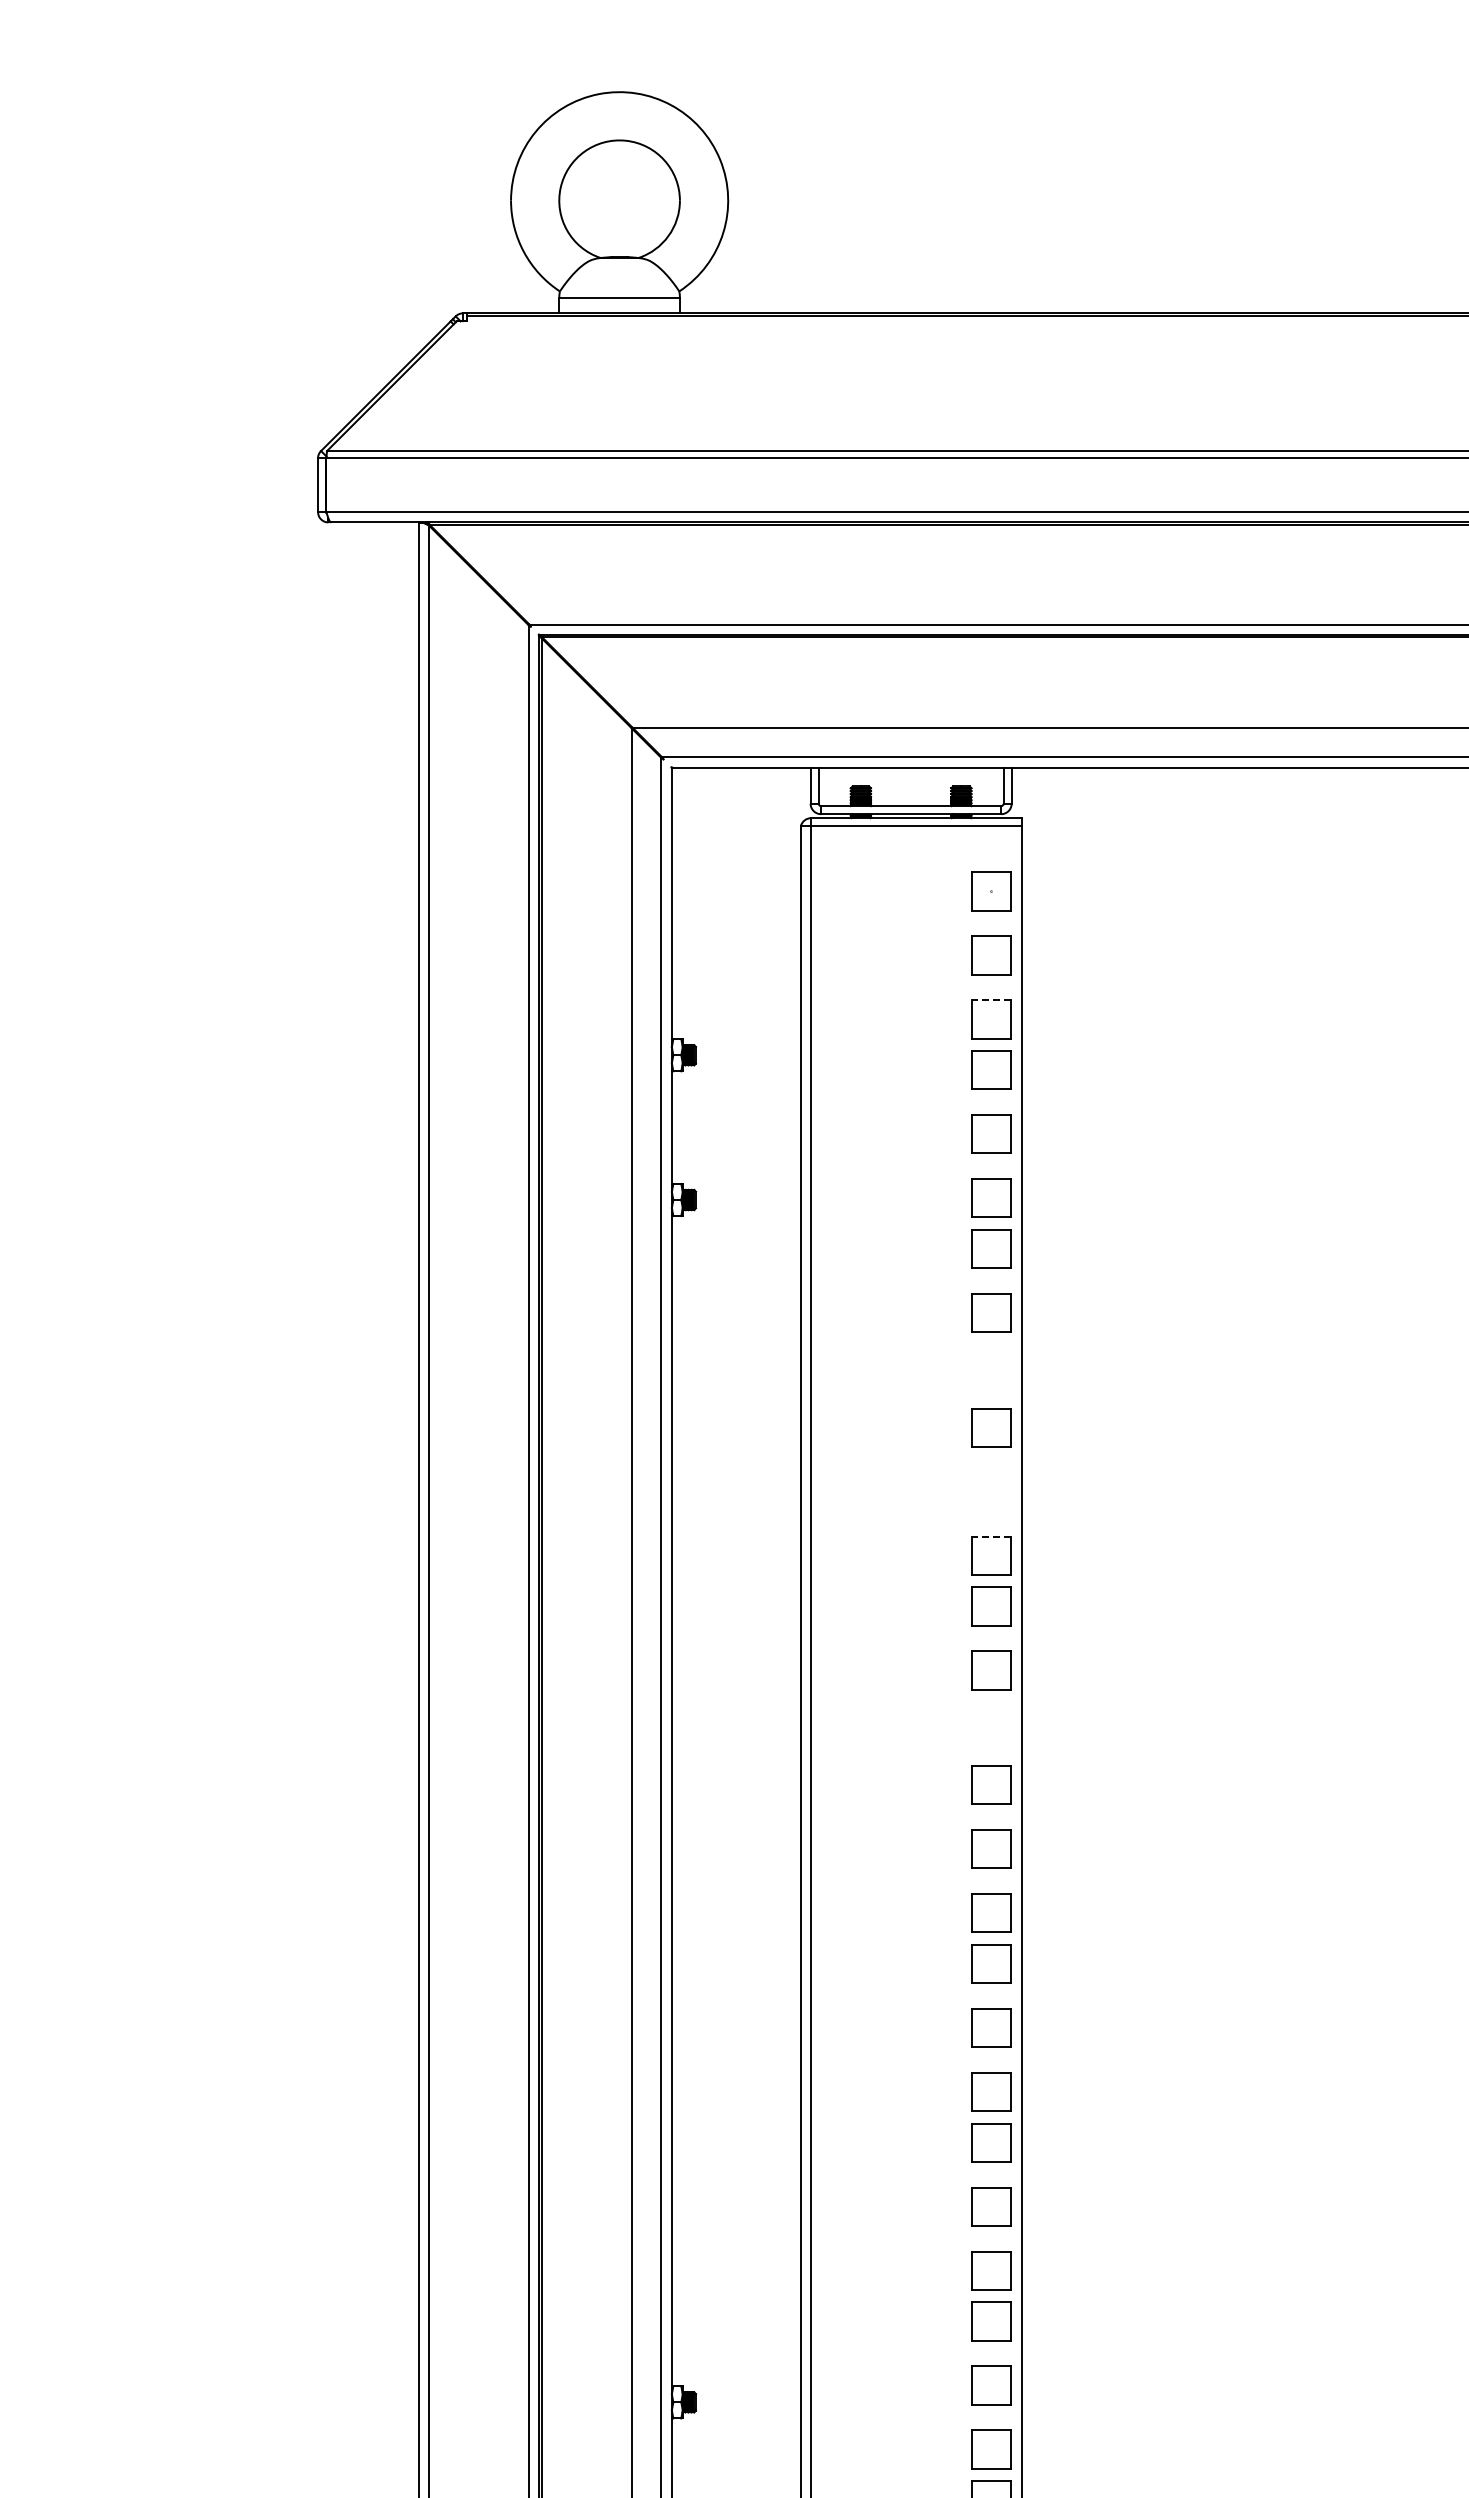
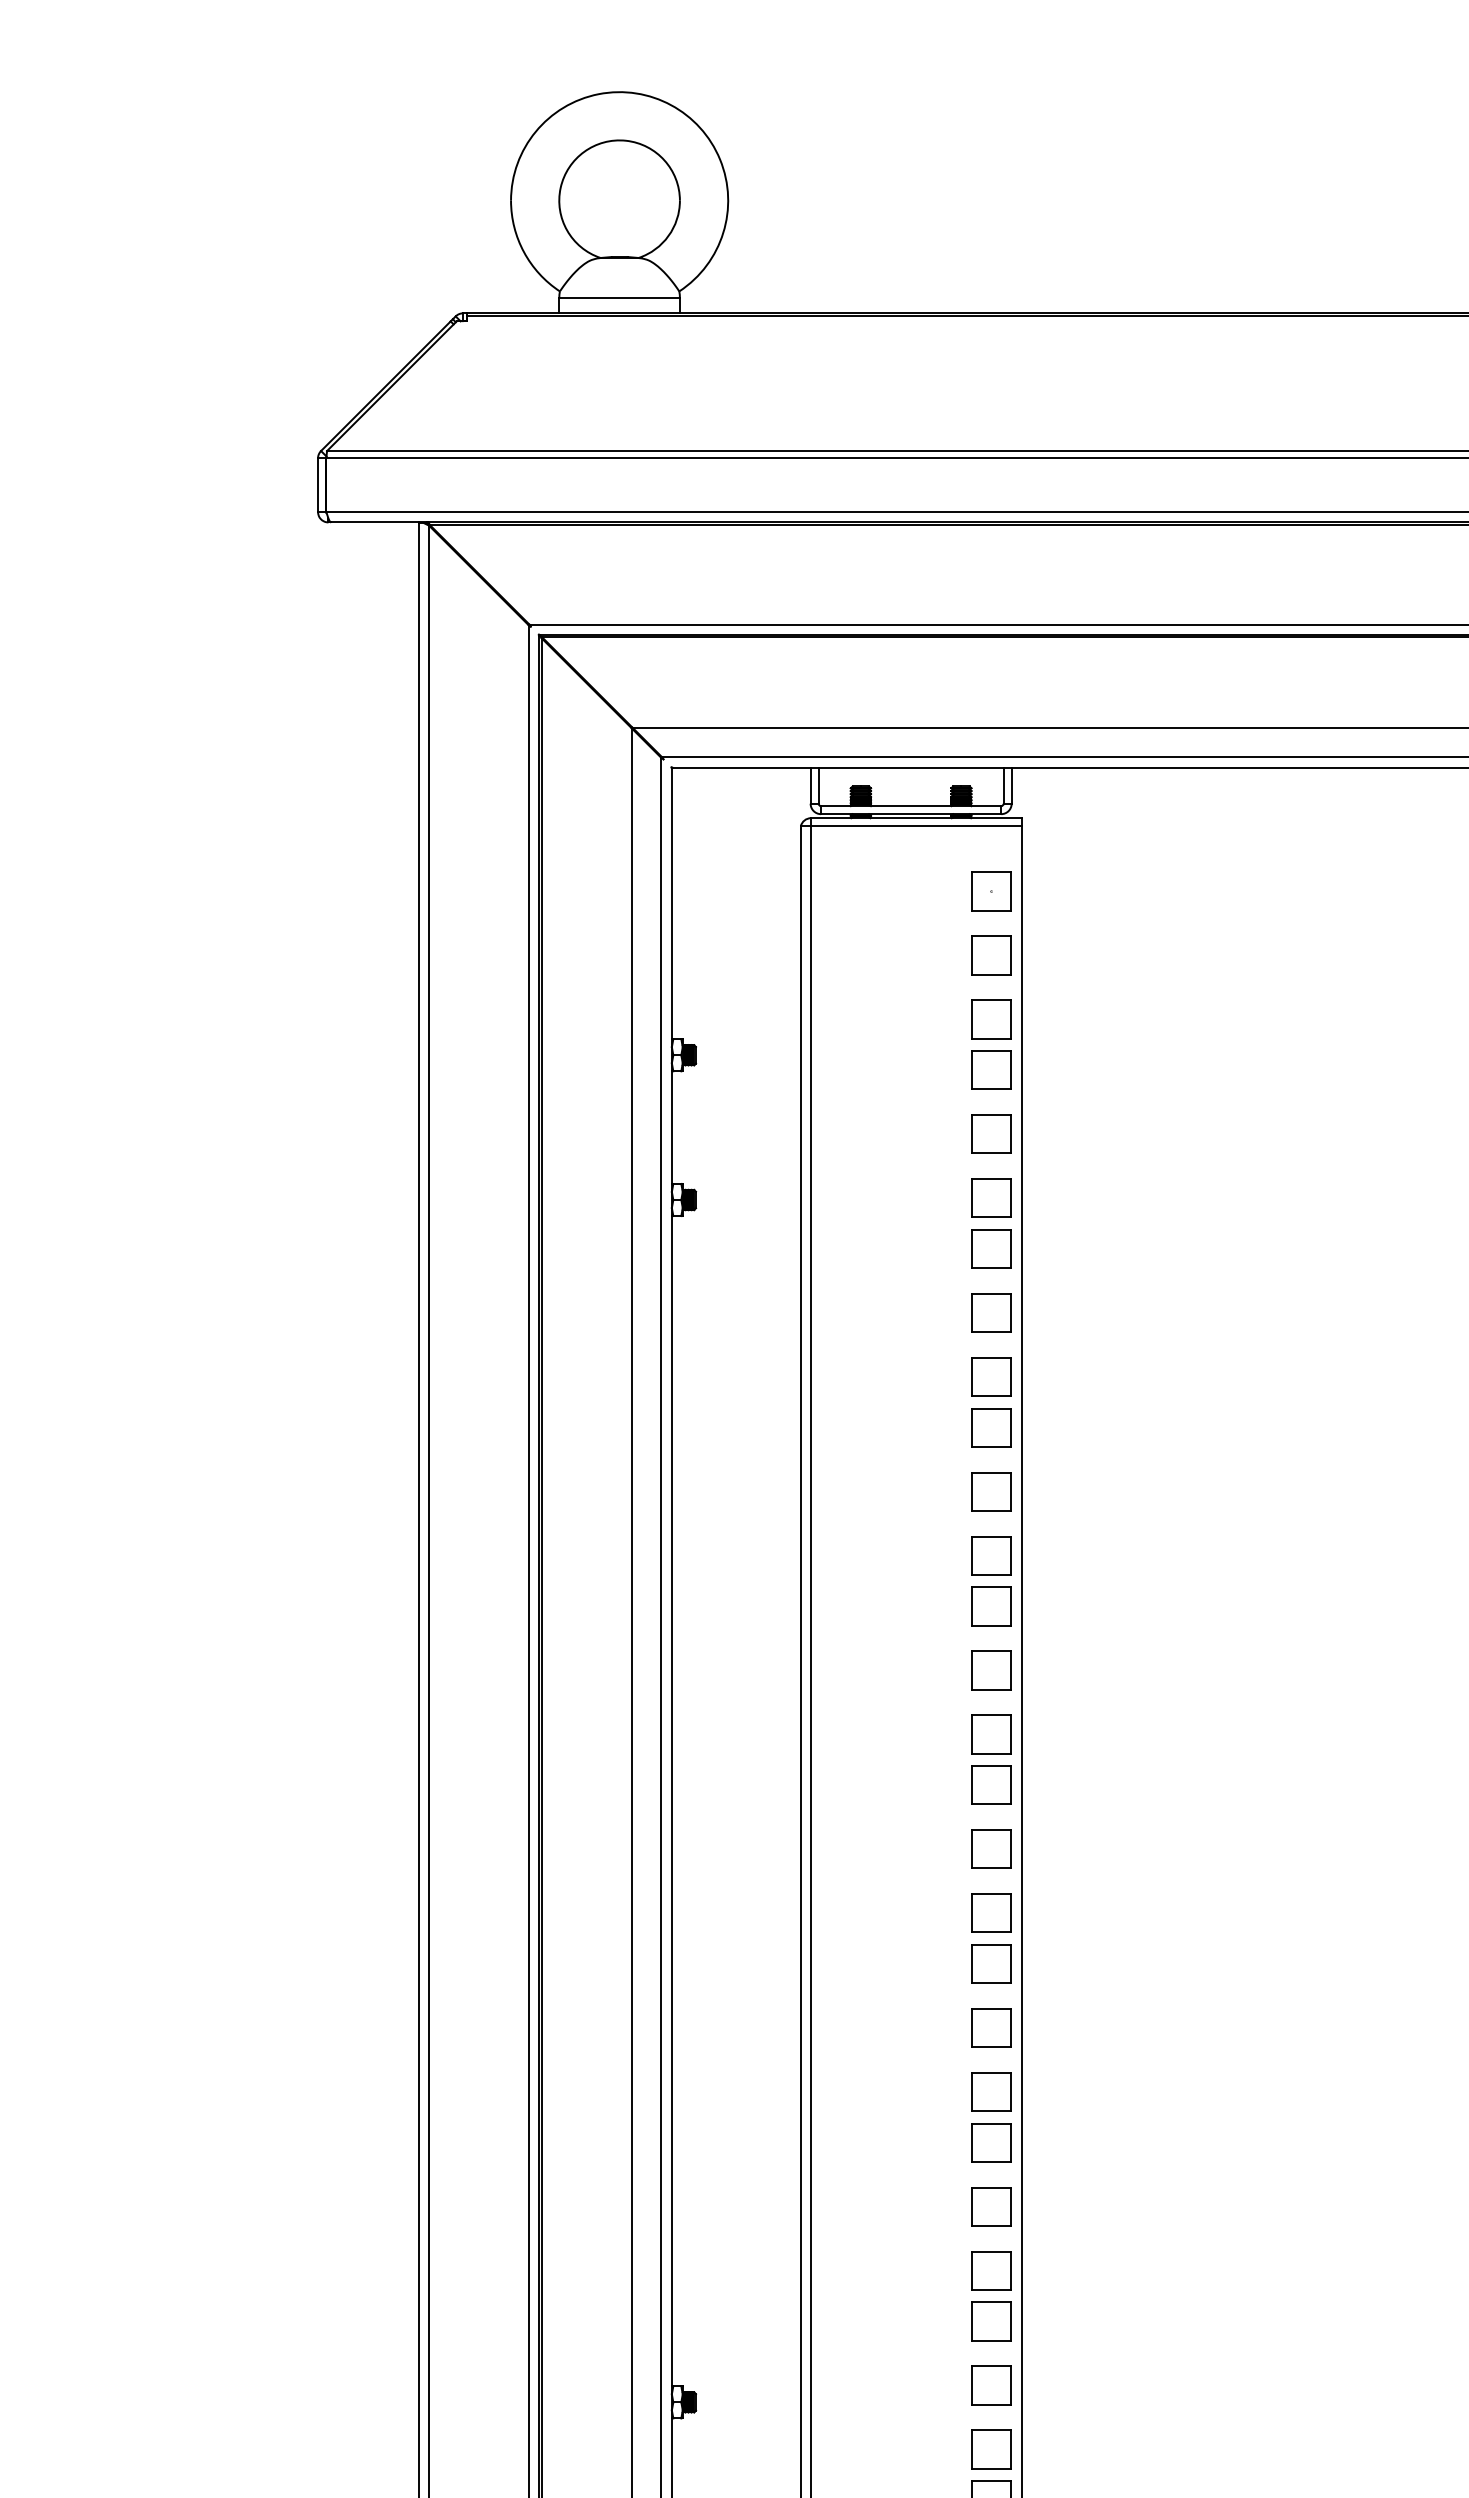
line at (991, 1000): dashed -> solid
part at (991, 1376): none -> present
part at (991, 1491): none -> present
line at (991, 1536): dashed -> solid
part at (991, 1734): none -> present
